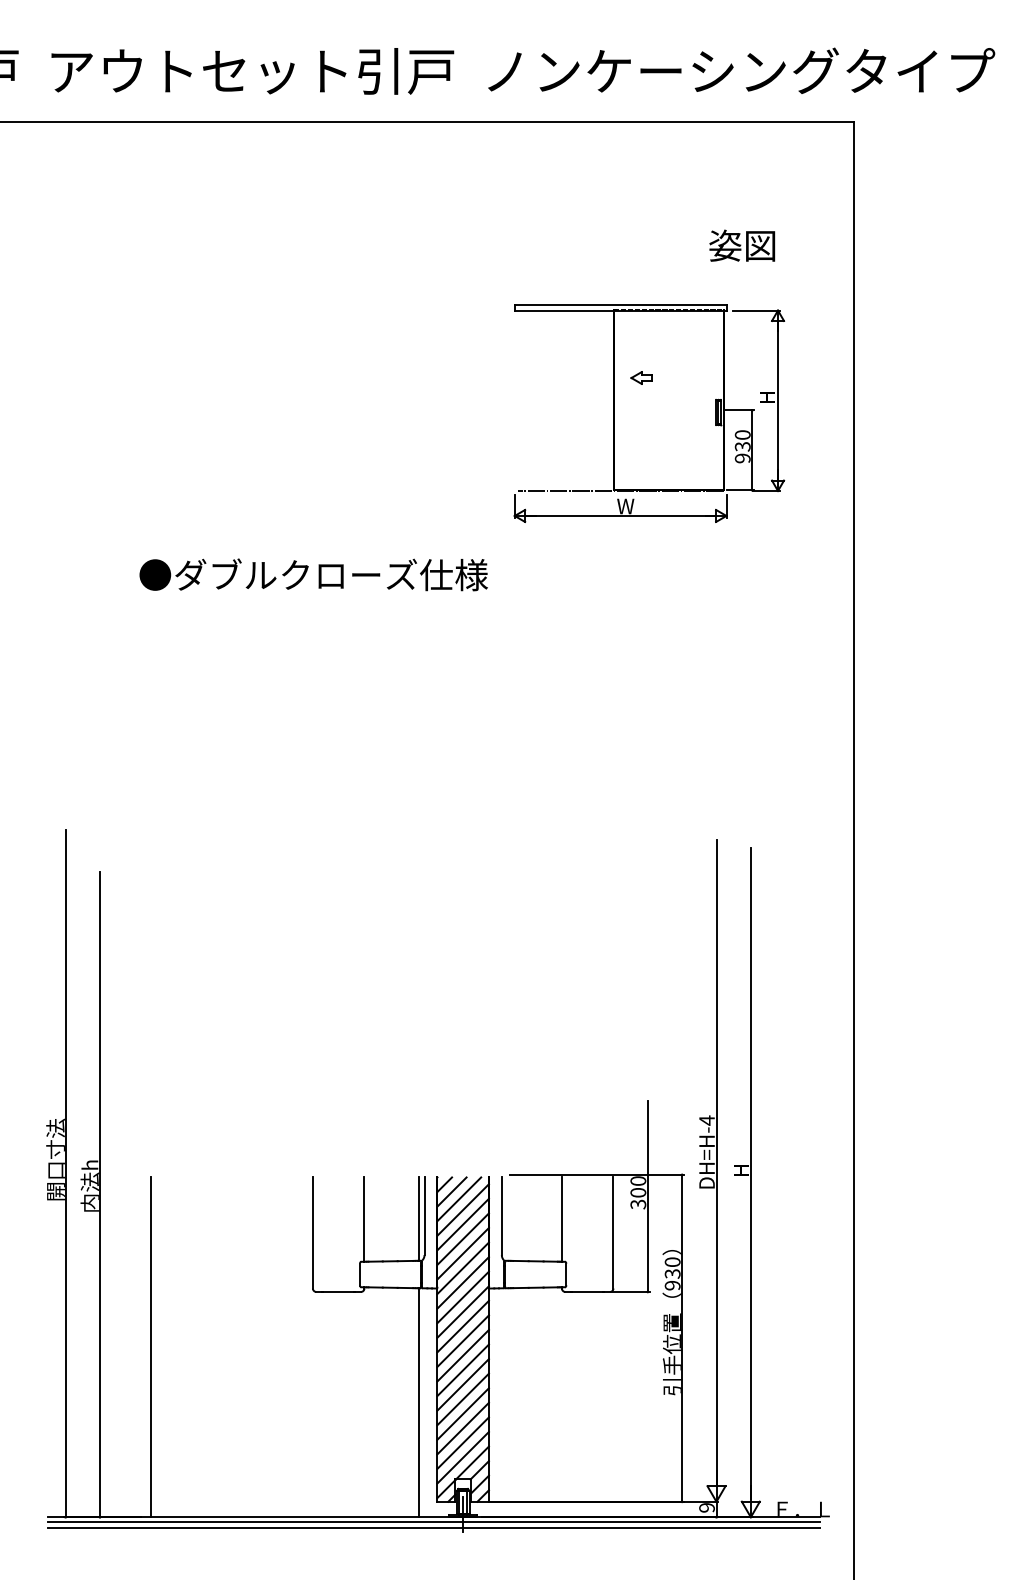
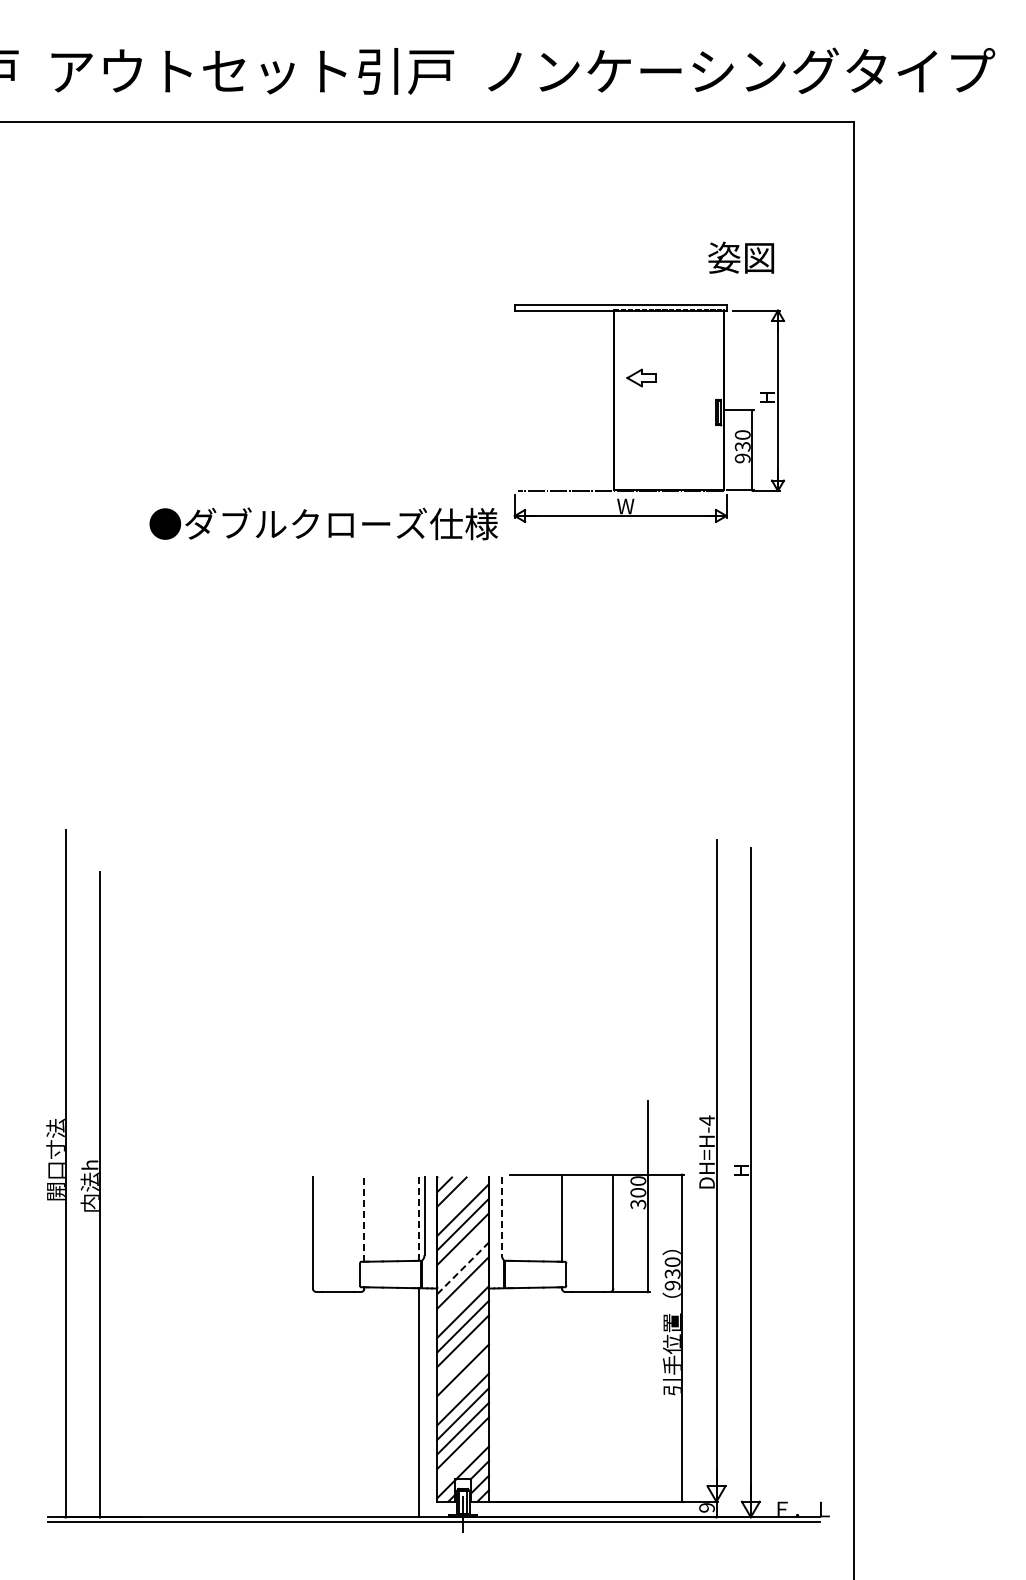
text at (742, 245) position: (742, 245) -> (741, 257)
part at (641, 377) size: 23x14 px -> 31x20 px
text at (313, 574) position: (313, 574) -> (323, 523)
line at (459, 1199): present -> none
line at (501, 1216): solid -> dashed
line at (364, 1219): solid -> dashed
line at (419, 1219): solid -> dashed
line at (462, 1253): present -> none
line at (463, 1267): solid -> dashed
line at (462, 1297): present -> none
line at (151, 1347): present -> none
line at (462, 1355): present -> none
line at (462, 1384): present -> none
line at (462, 1457): present -> none
line at (433, 1527): present -> none
